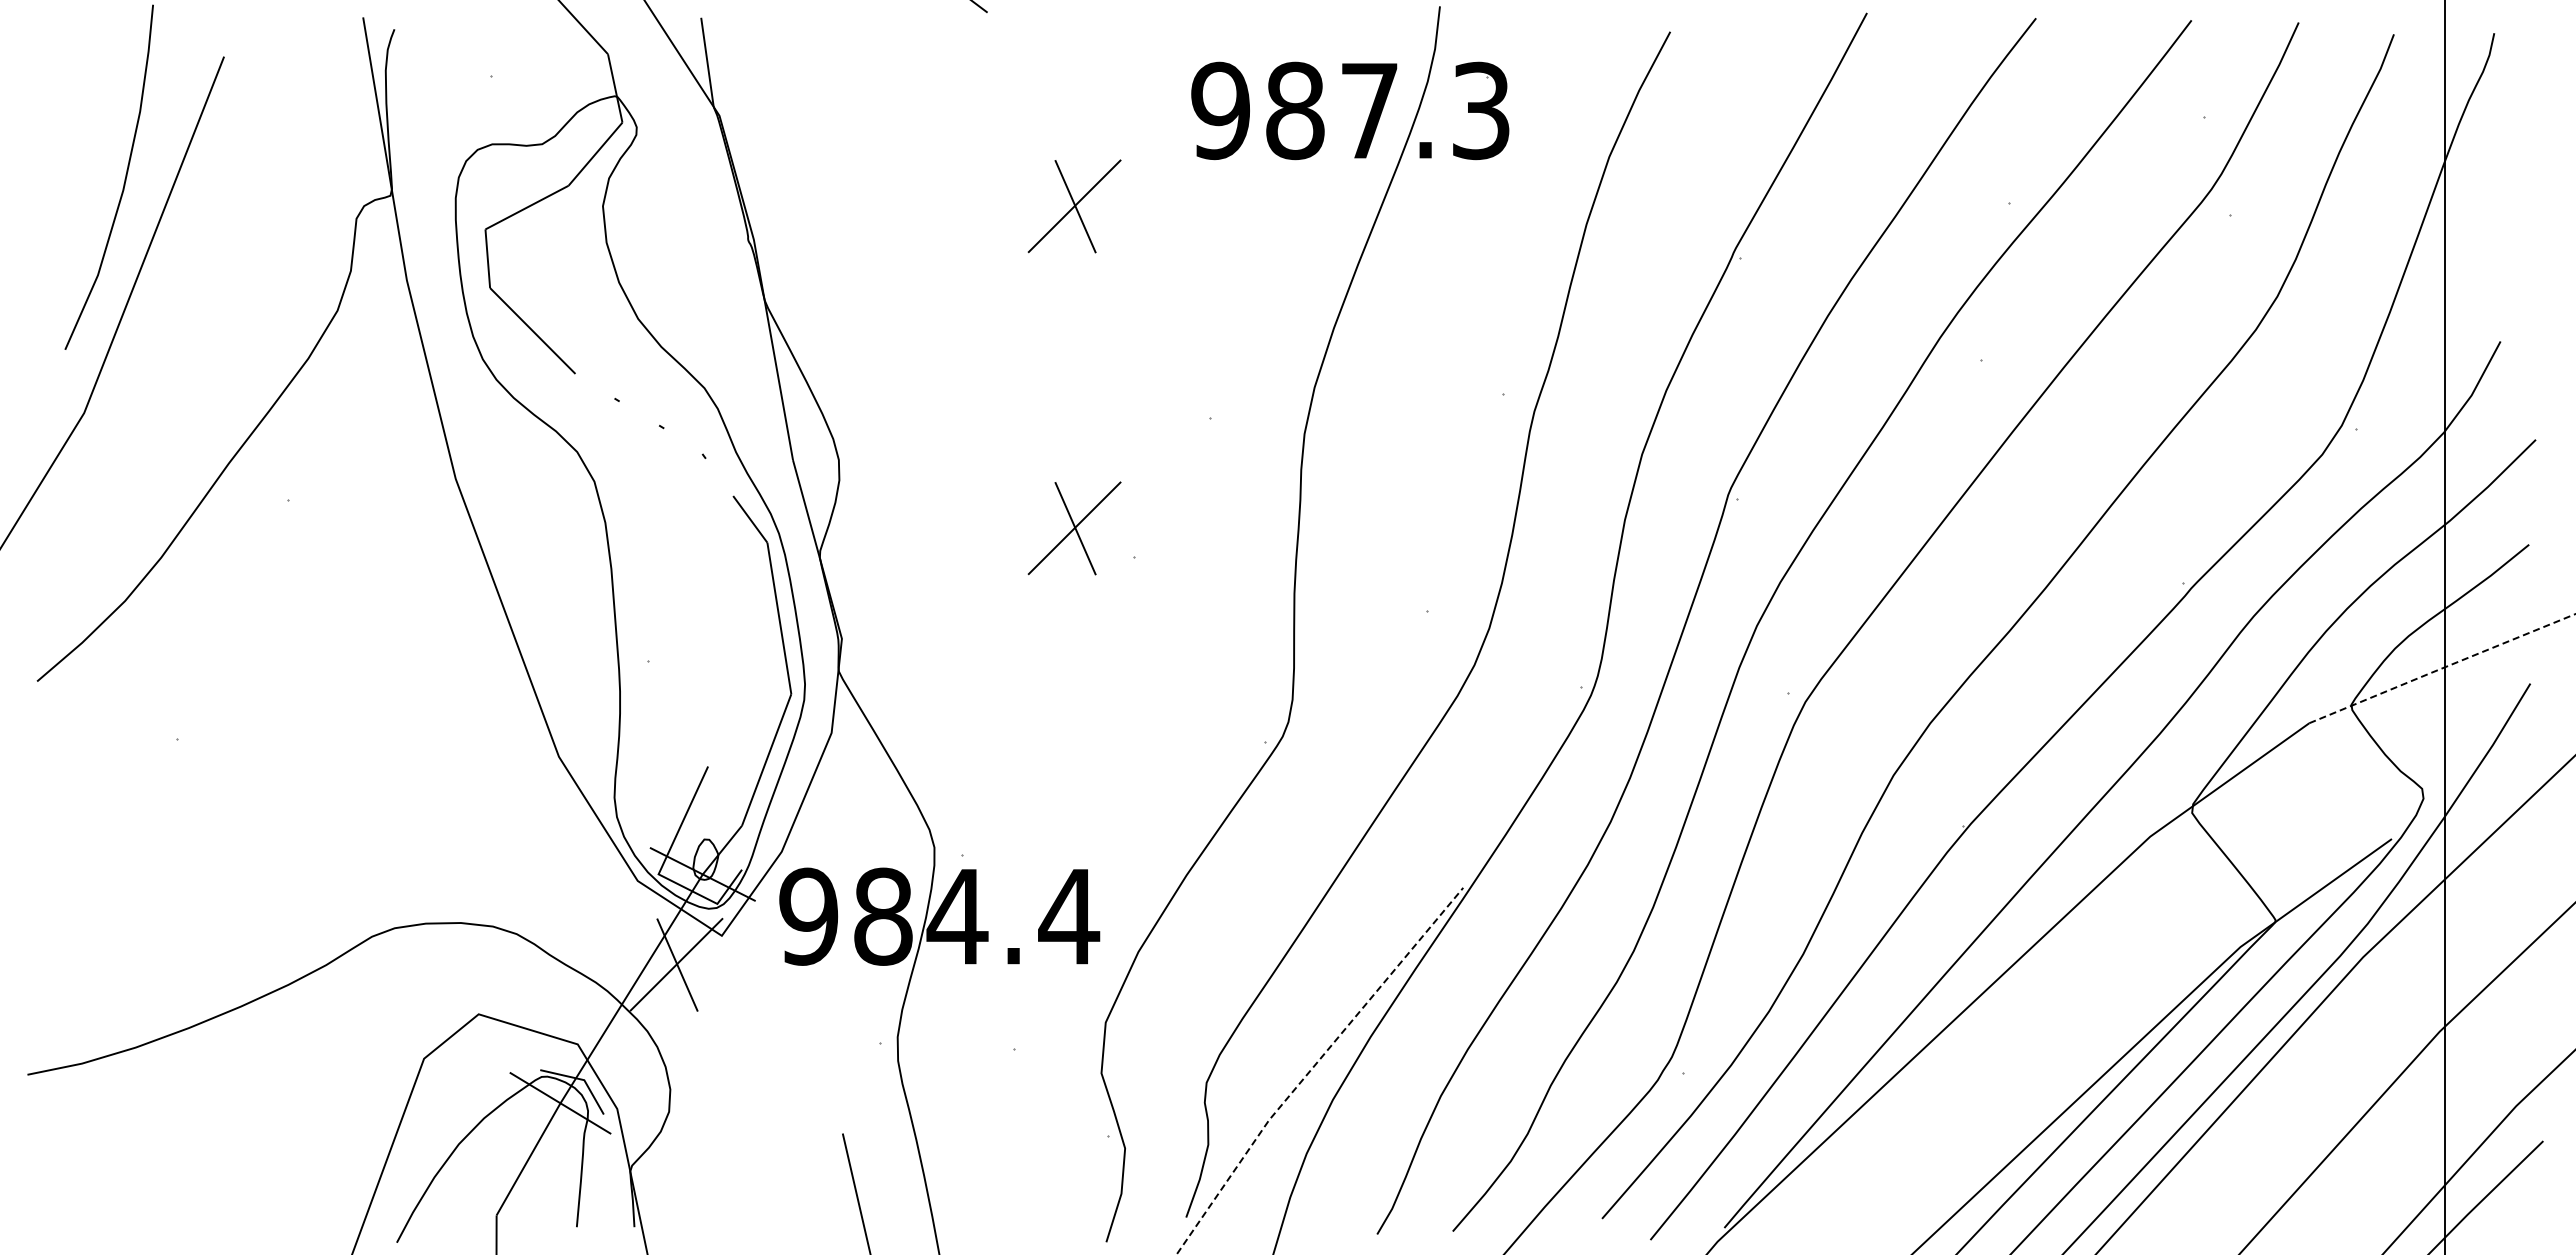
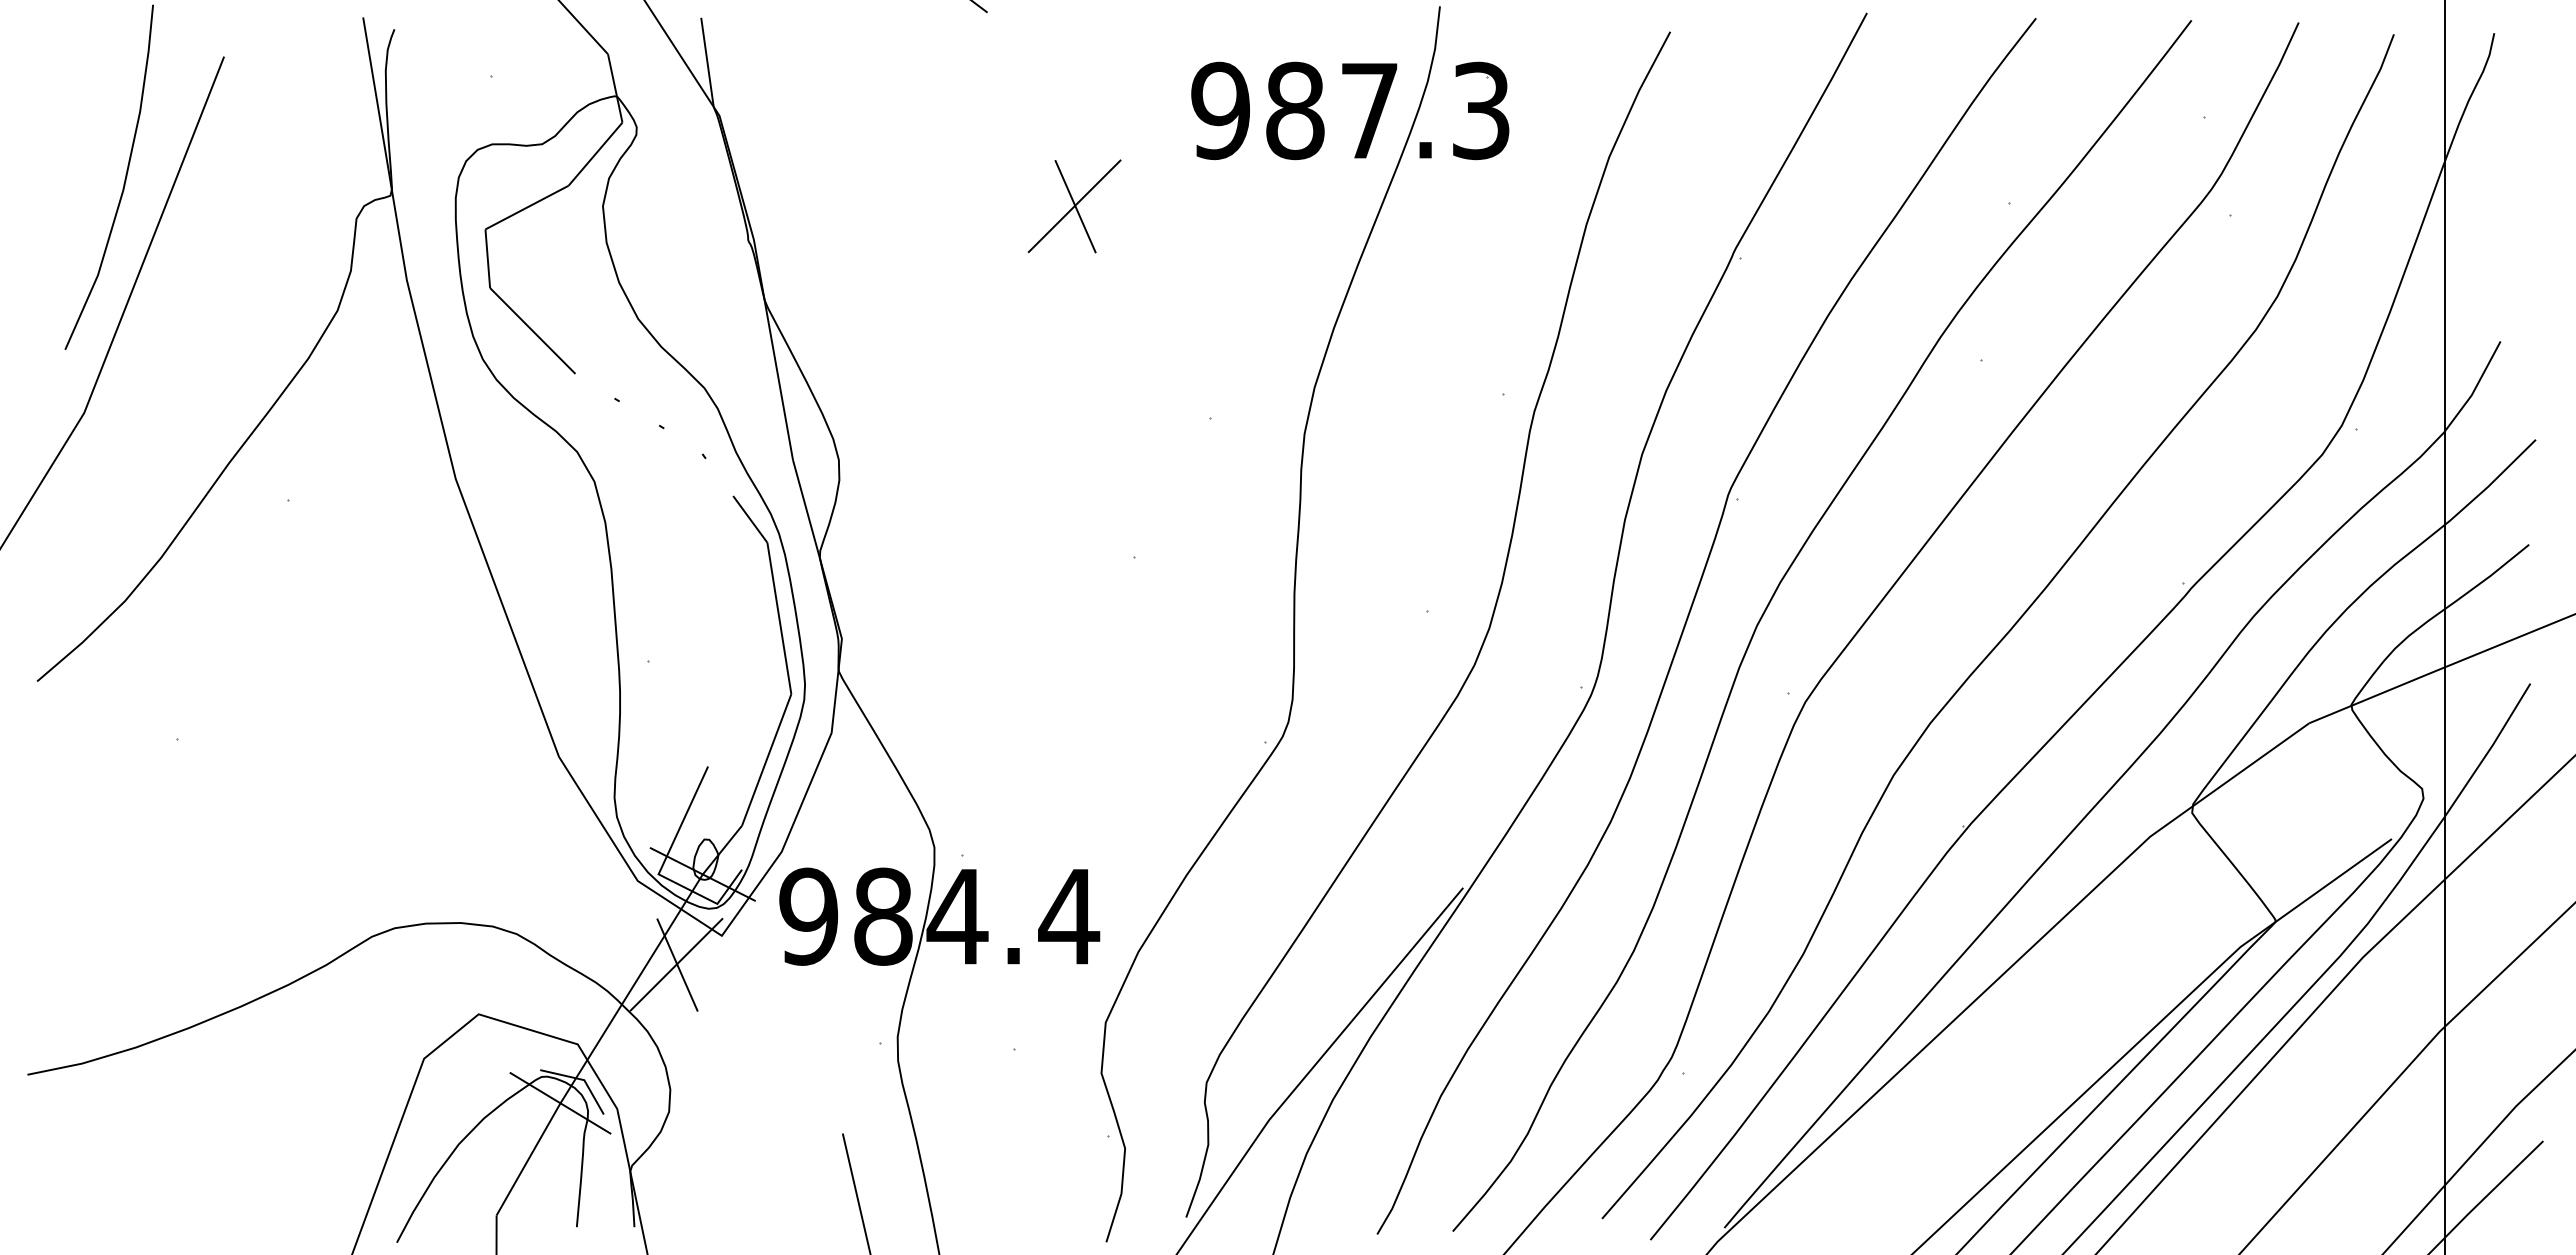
part at (1074, 528): present -> none
line at (2442, 668): dashed -> solid
line at (1313, 1067): dashed -> solid
